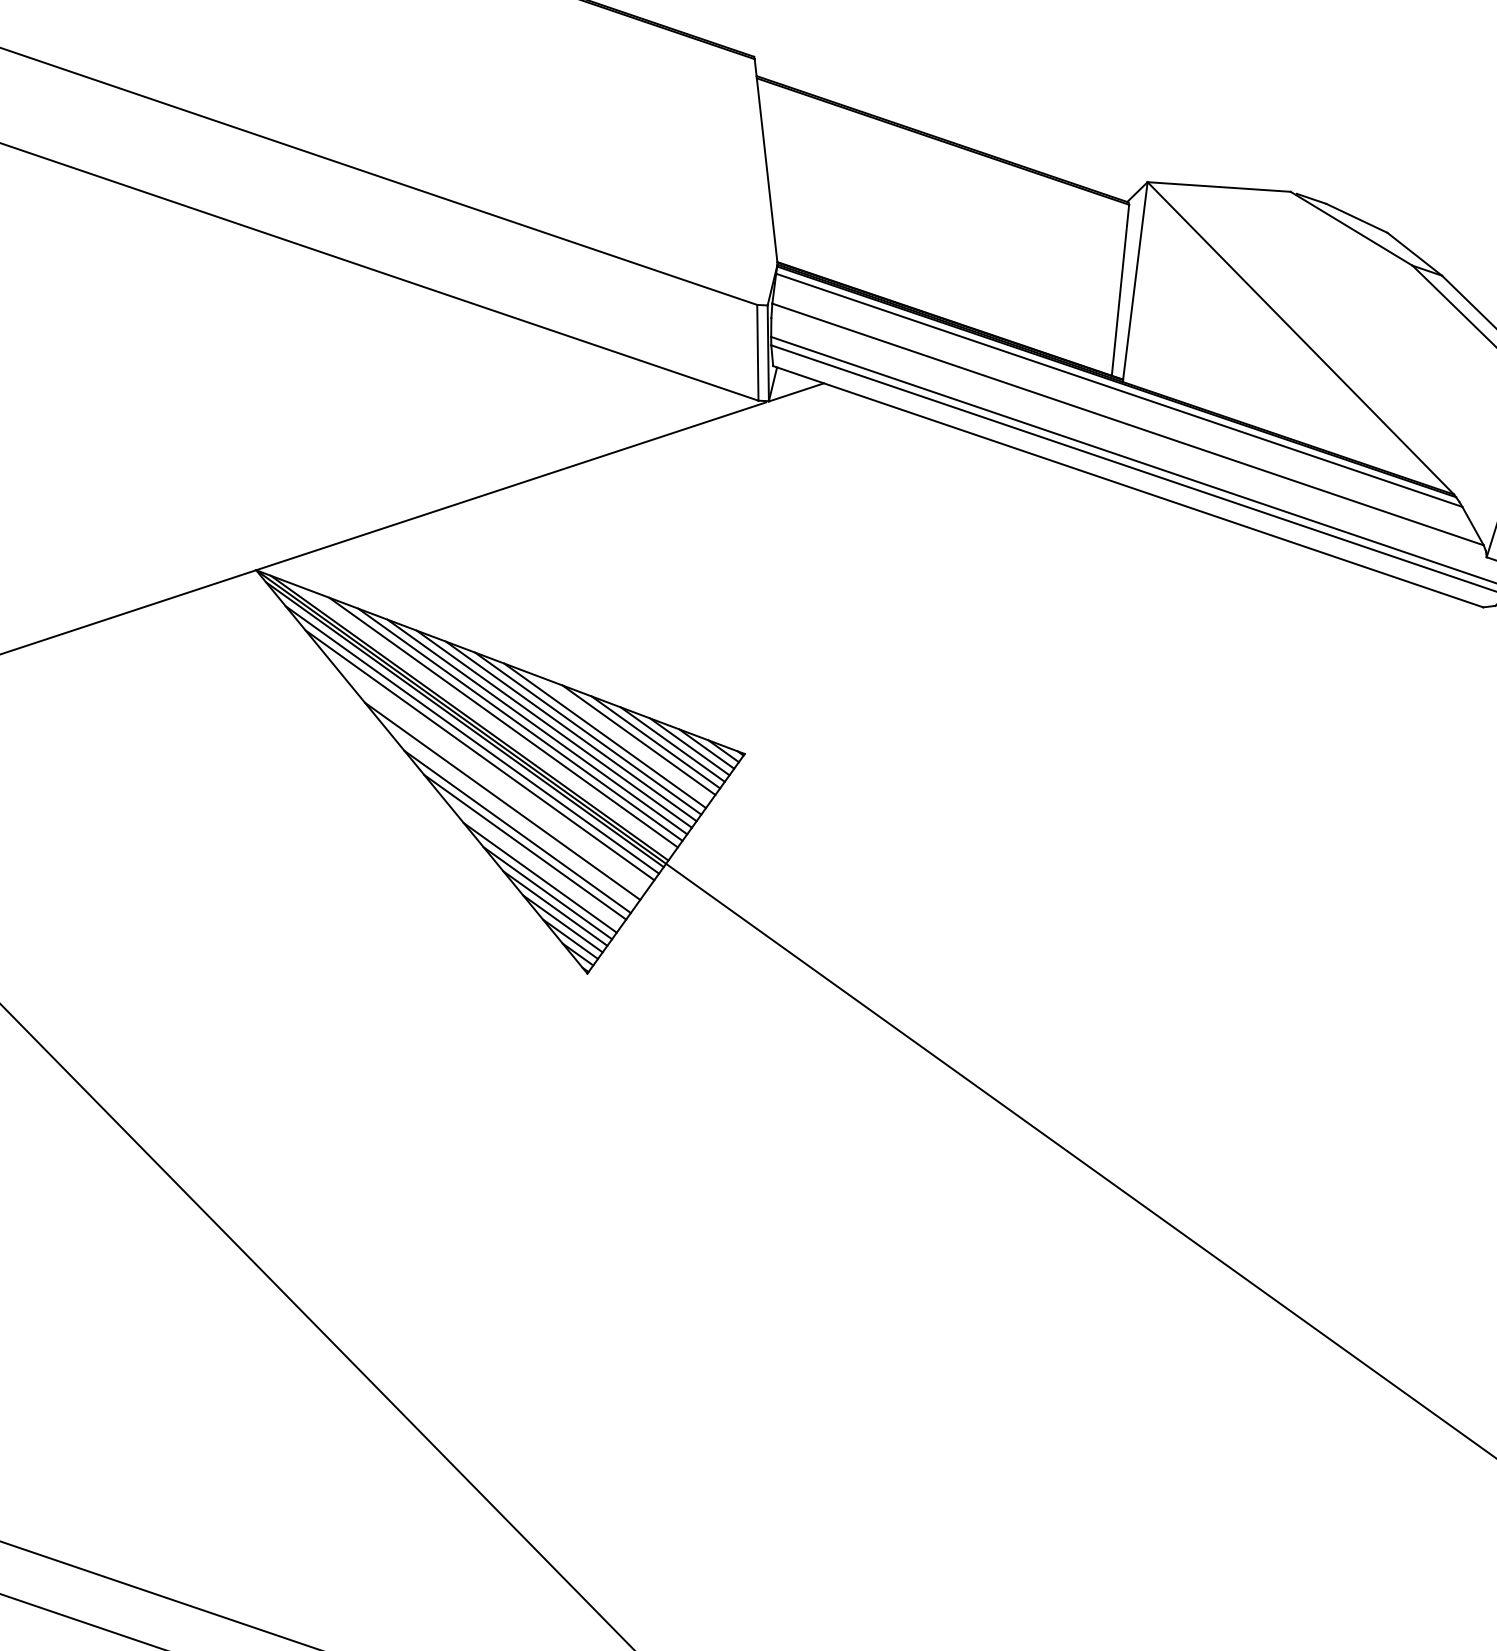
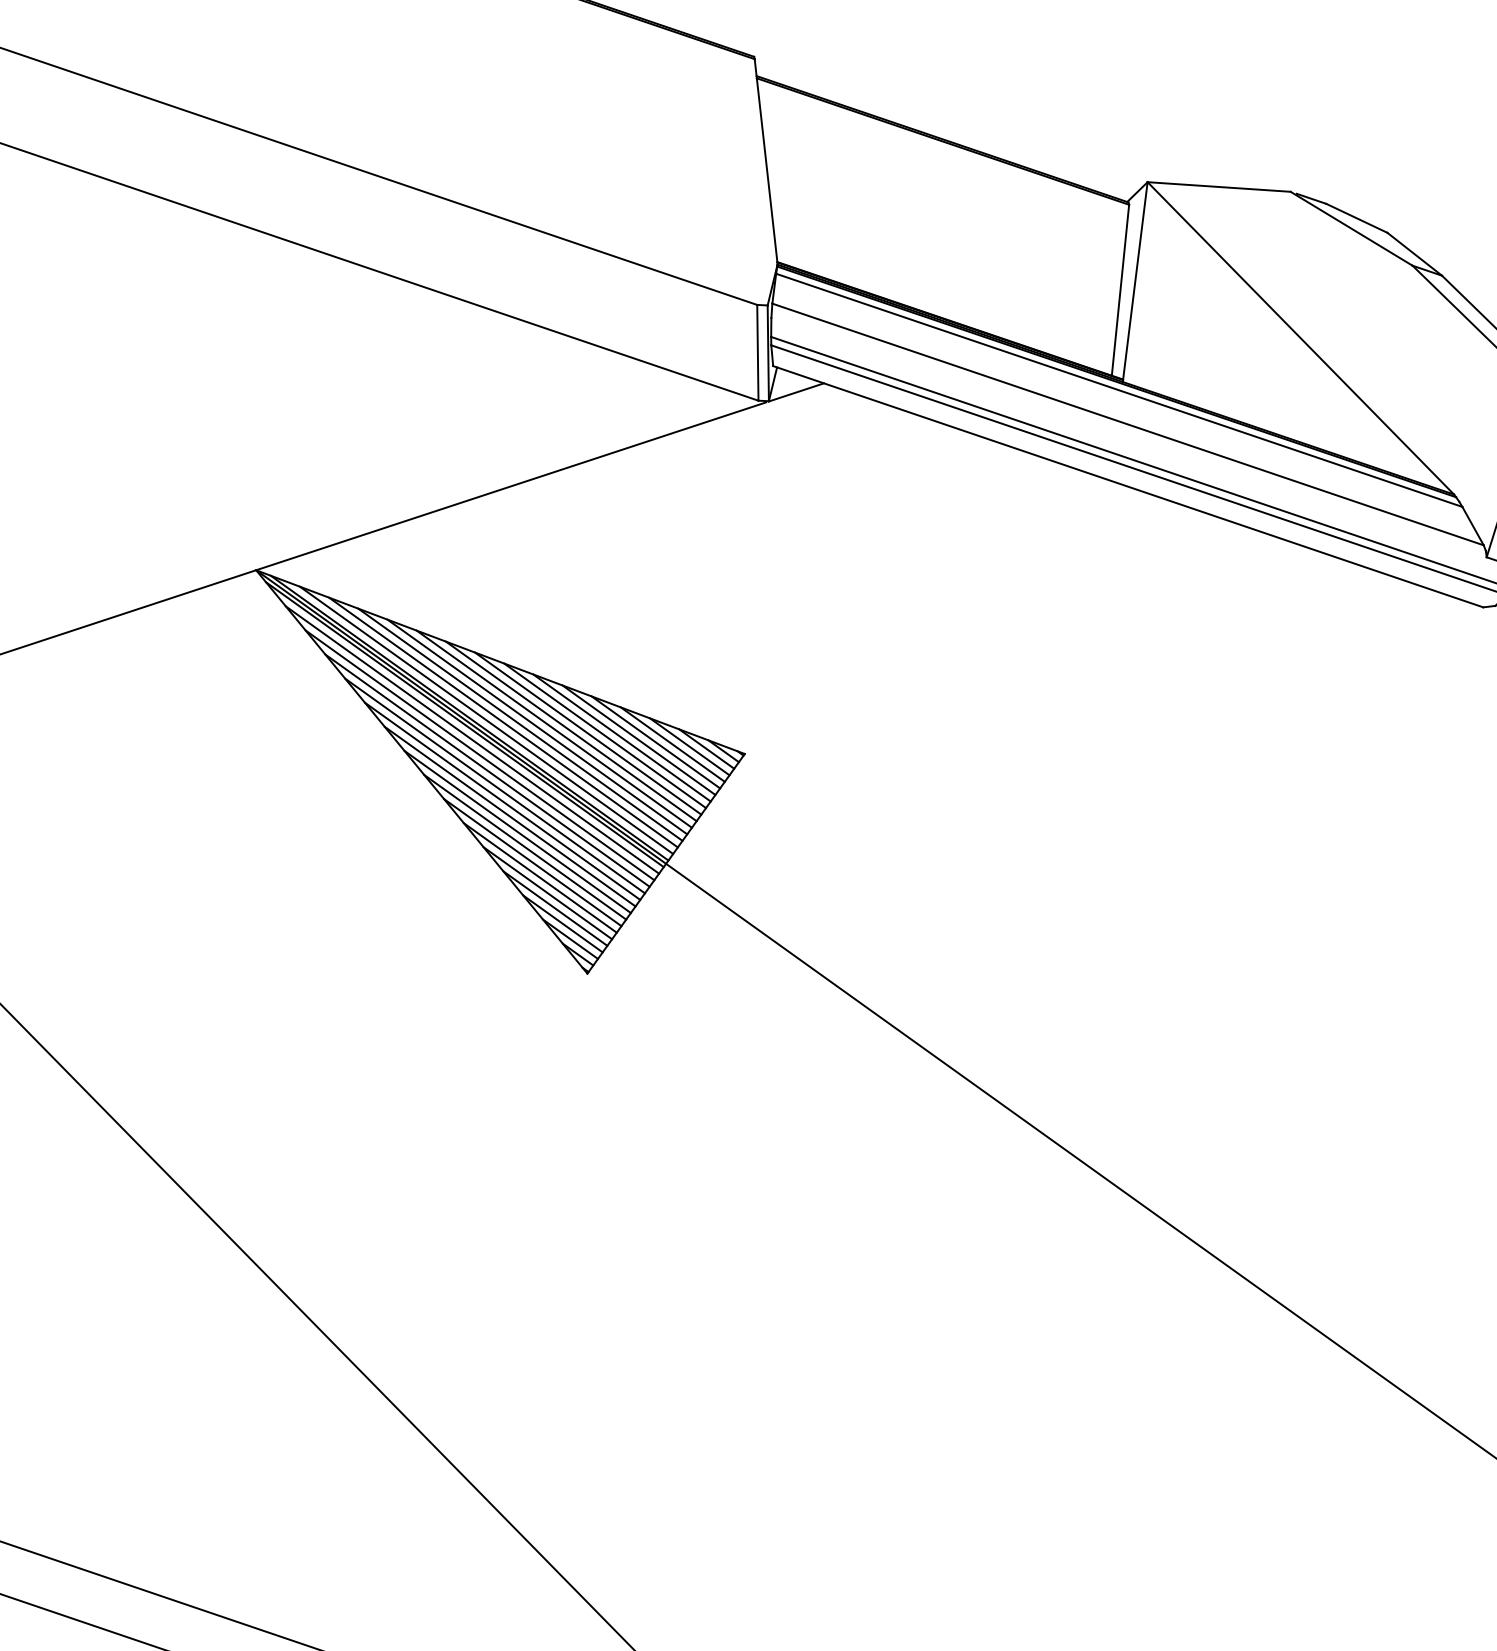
line at (486, 720): none -> present
line at (621, 737): none -> present
line at (487, 770): none -> present
line at (494, 785): none -> present
line at (509, 816): none -> present
line at (532, 862): none -> present
